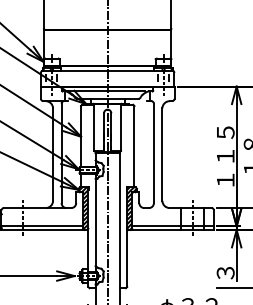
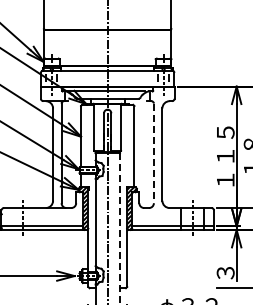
line at (153, 153): solid -> dashed
line at (119, 229): solid -> dashed
